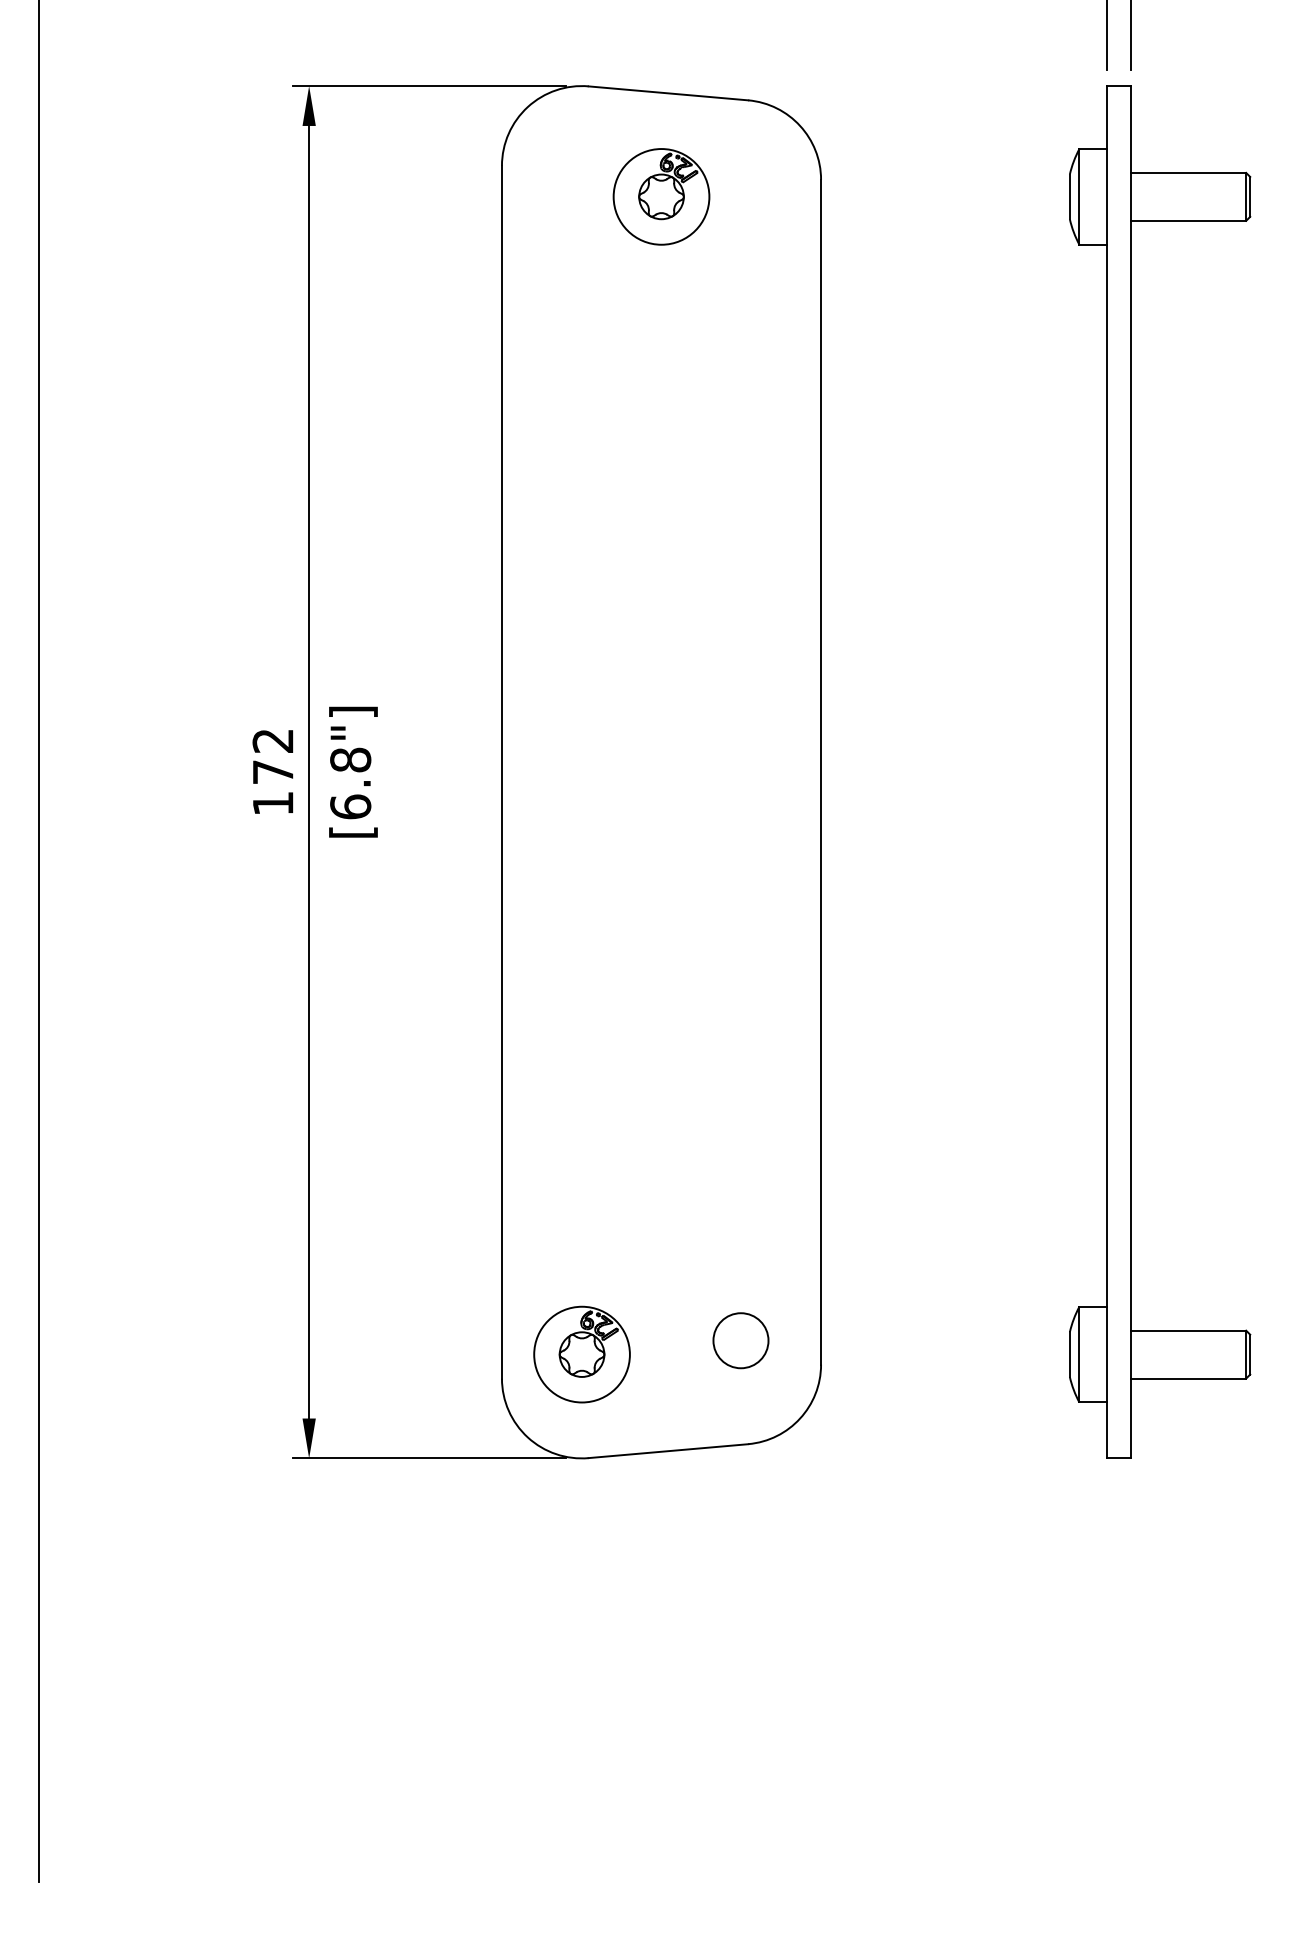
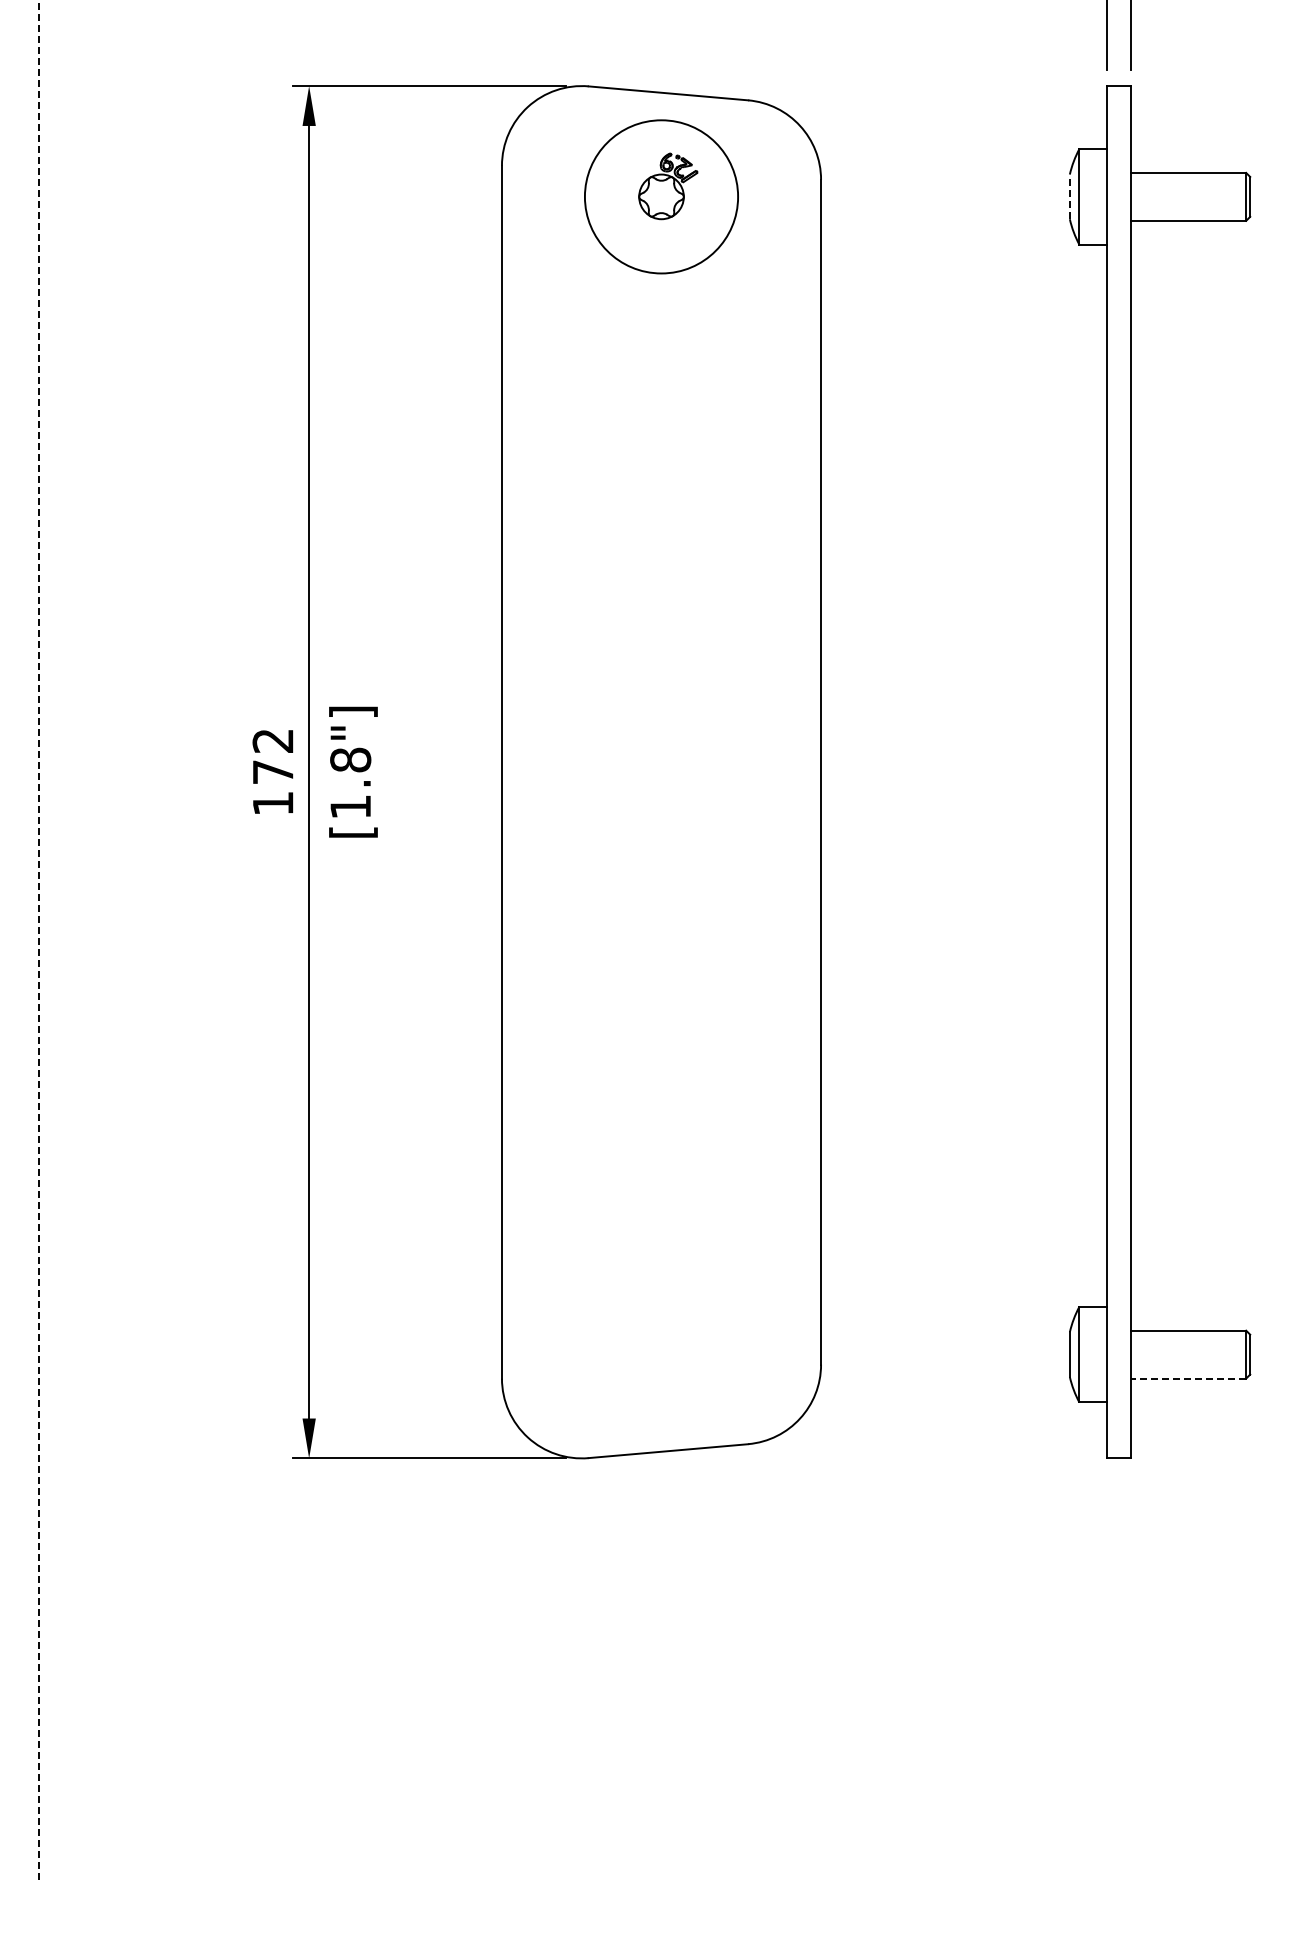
circle at (661, 196) diameter: 96 px -> 153 px
line at (1069, 196): solid -> dashed
text at (350, 806): [6.8"] -> [1.8"]
line at (38, 941): solid -> dashed
circle at (740, 1340): present -> none
part at (581, 1354): present -> none
line at (1188, 1378): solid -> dashed
